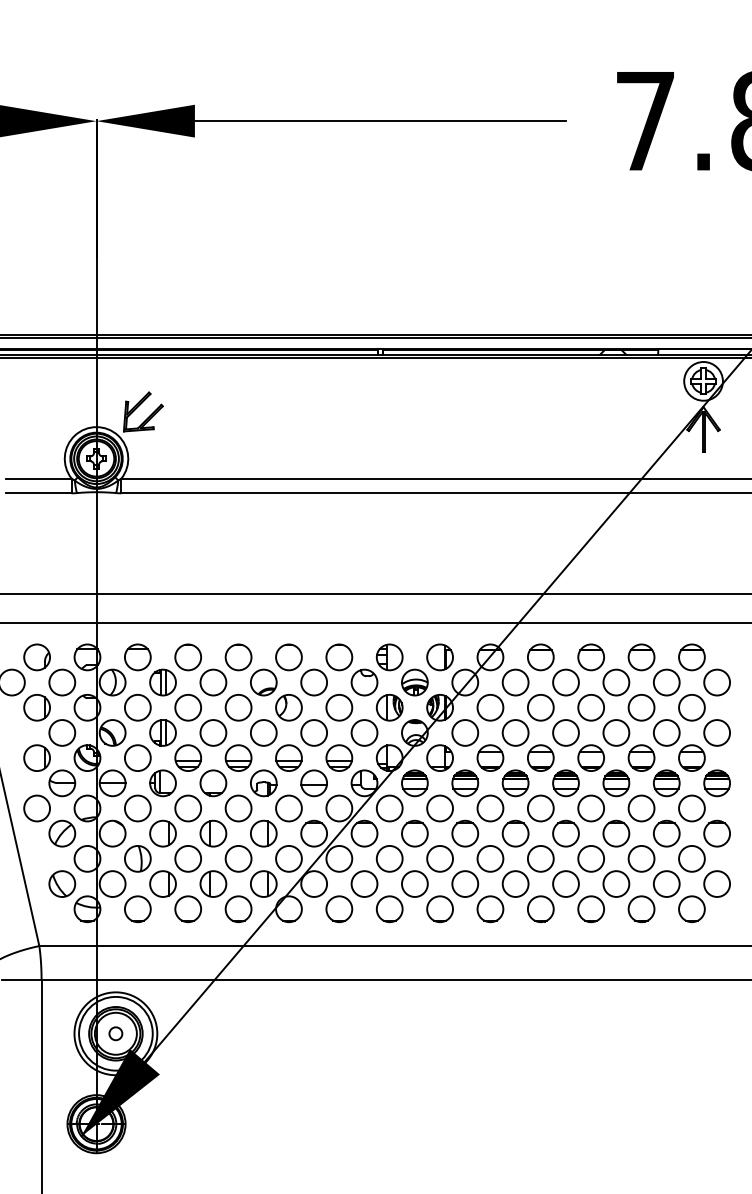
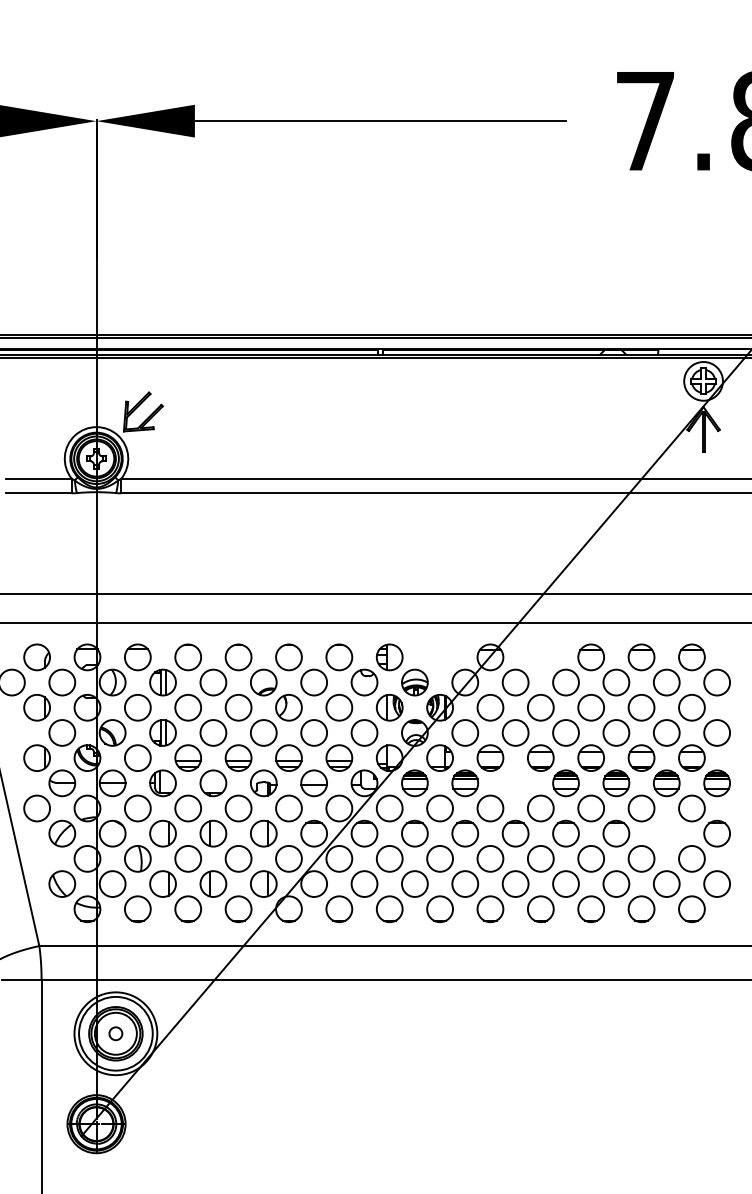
part at (439, 657): present -> none
part at (540, 657): present -> none
part at (515, 783): present -> none
part at (666, 833): present -> none
fill at (120, 1092): present -> none
